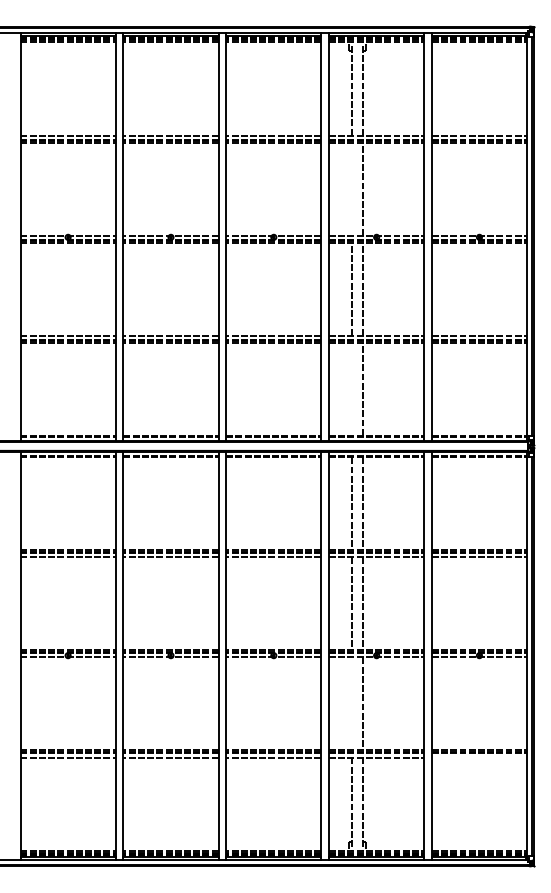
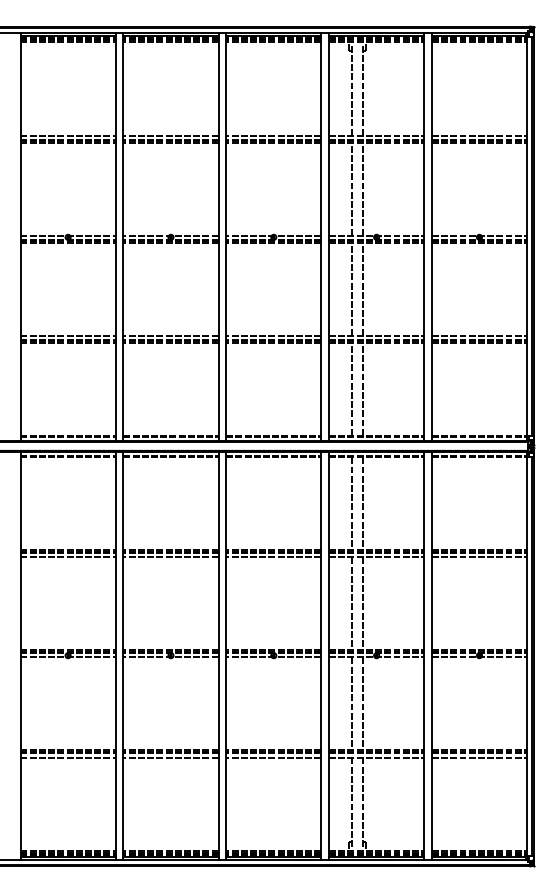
line at (351, 188): none -> present
line at (351, 388): none -> present
line at (351, 703): none -> present
line at (479, 757): none -> present
